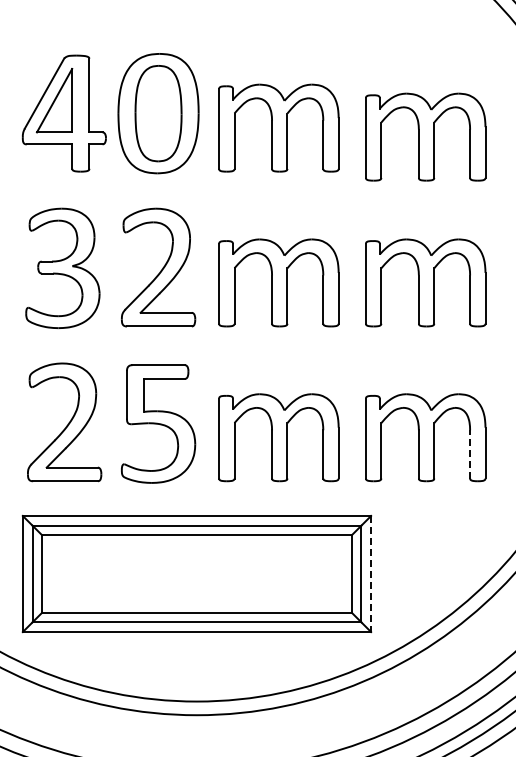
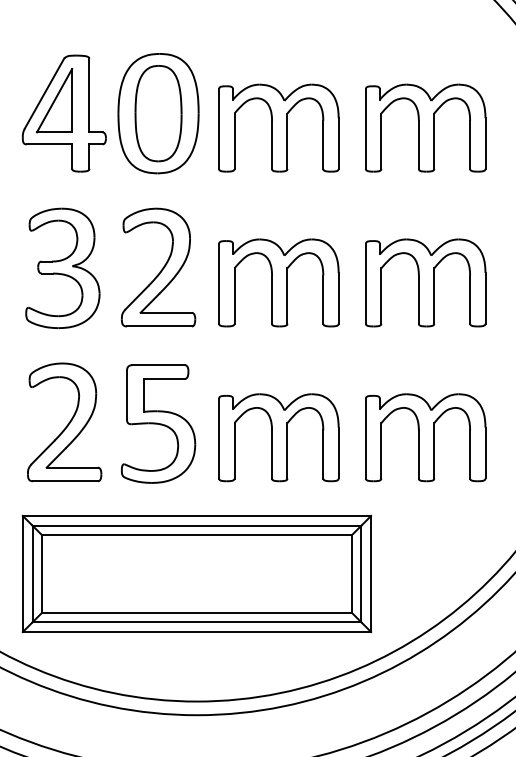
part at (425, 136) position: (425, 136) -> (425, 127)
line at (470, 453): dashed -> solid
line at (371, 574): dashed -> solid
